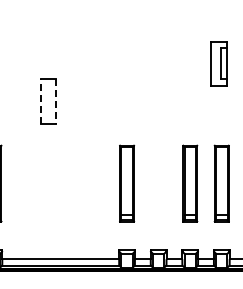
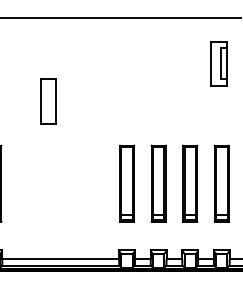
line at (120, 17): none -> present
line at (40, 101): dashed -> solid
line at (56, 102): dashed -> solid
part at (158, 183): none -> present
